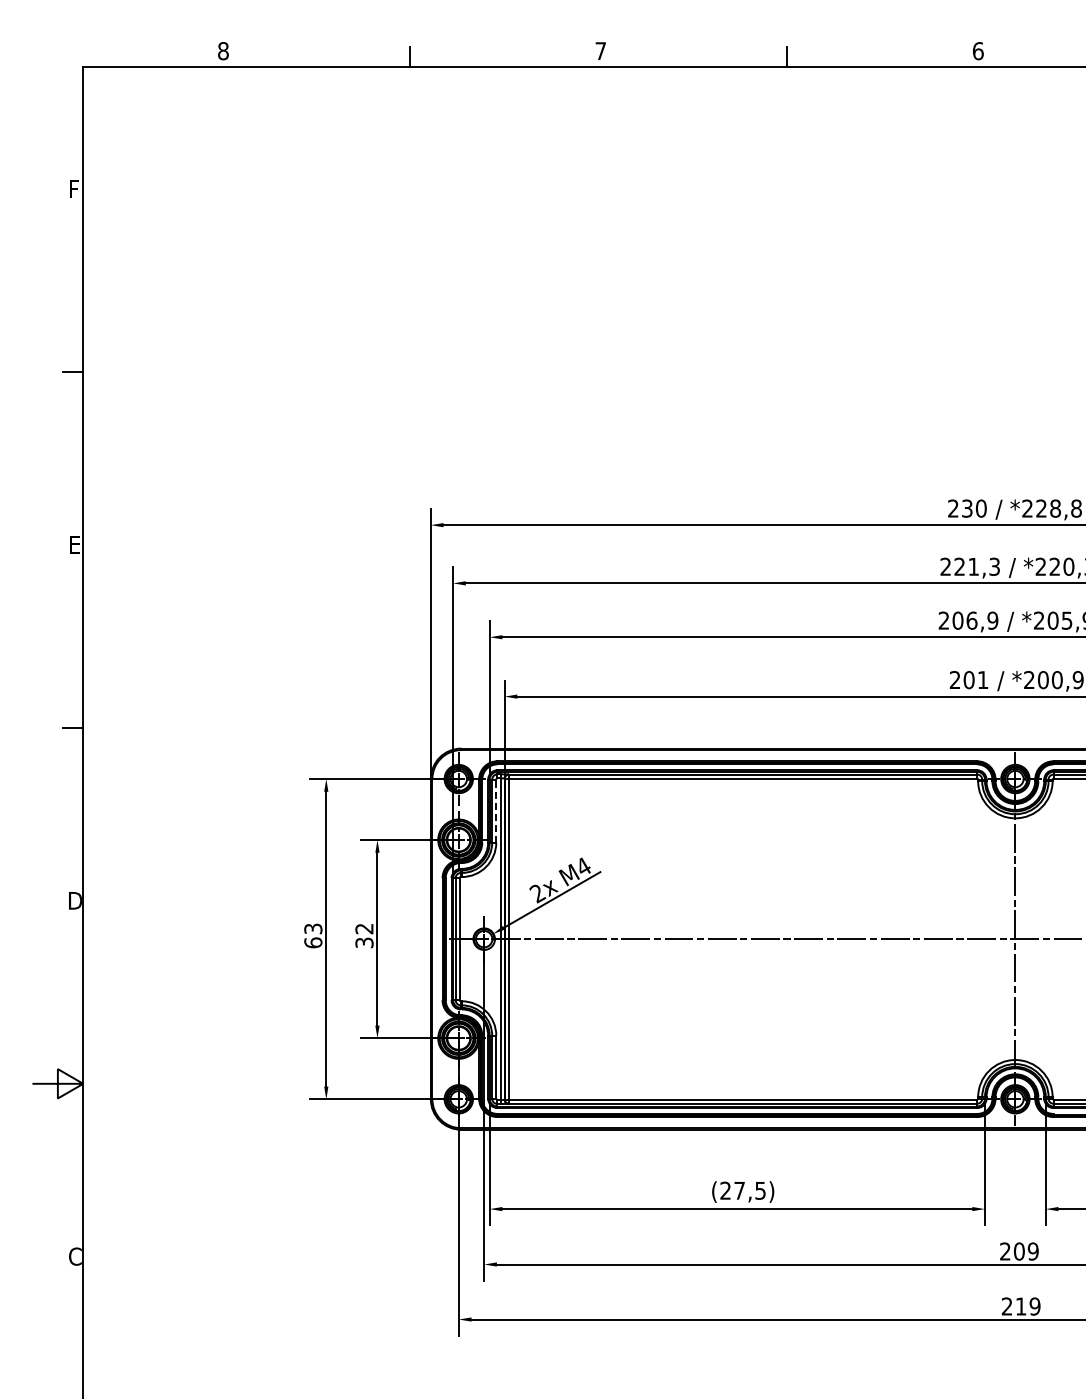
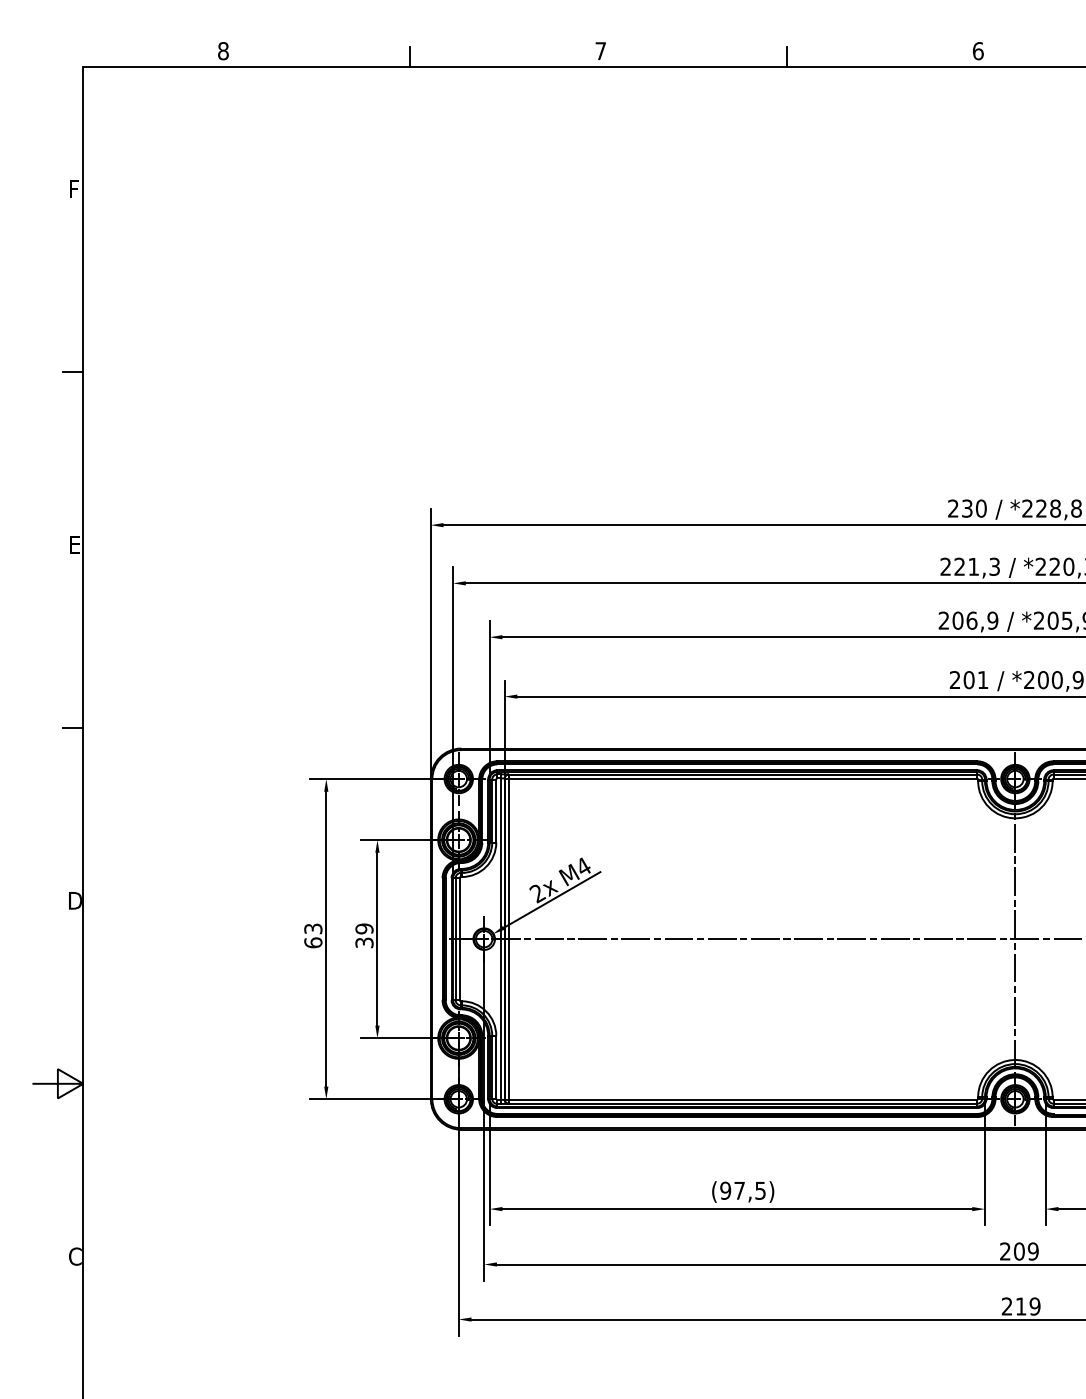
line at (496, 811): dashed -> solid
text at (364, 928): 32 -> 39
text at (725, 1190): (27,5) -> (97,5)
